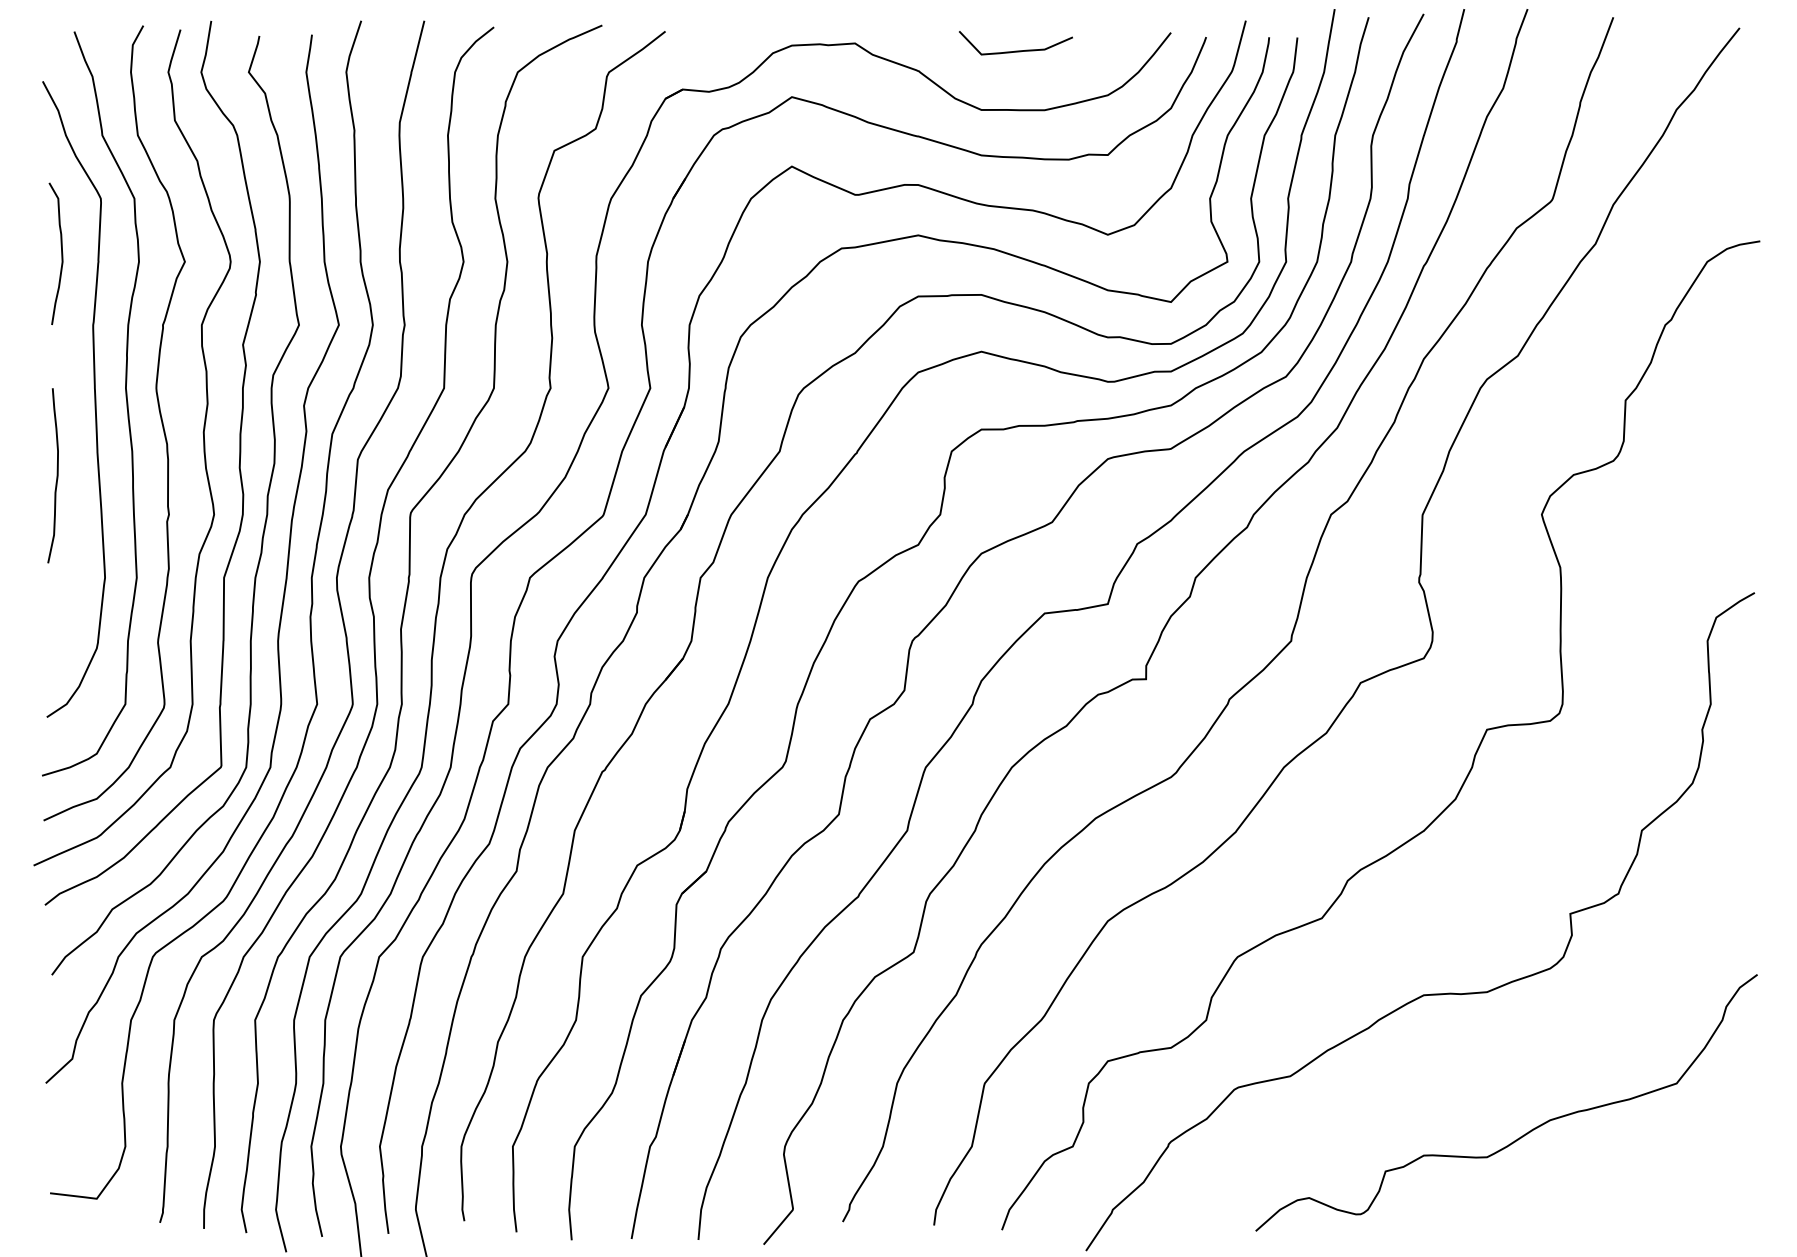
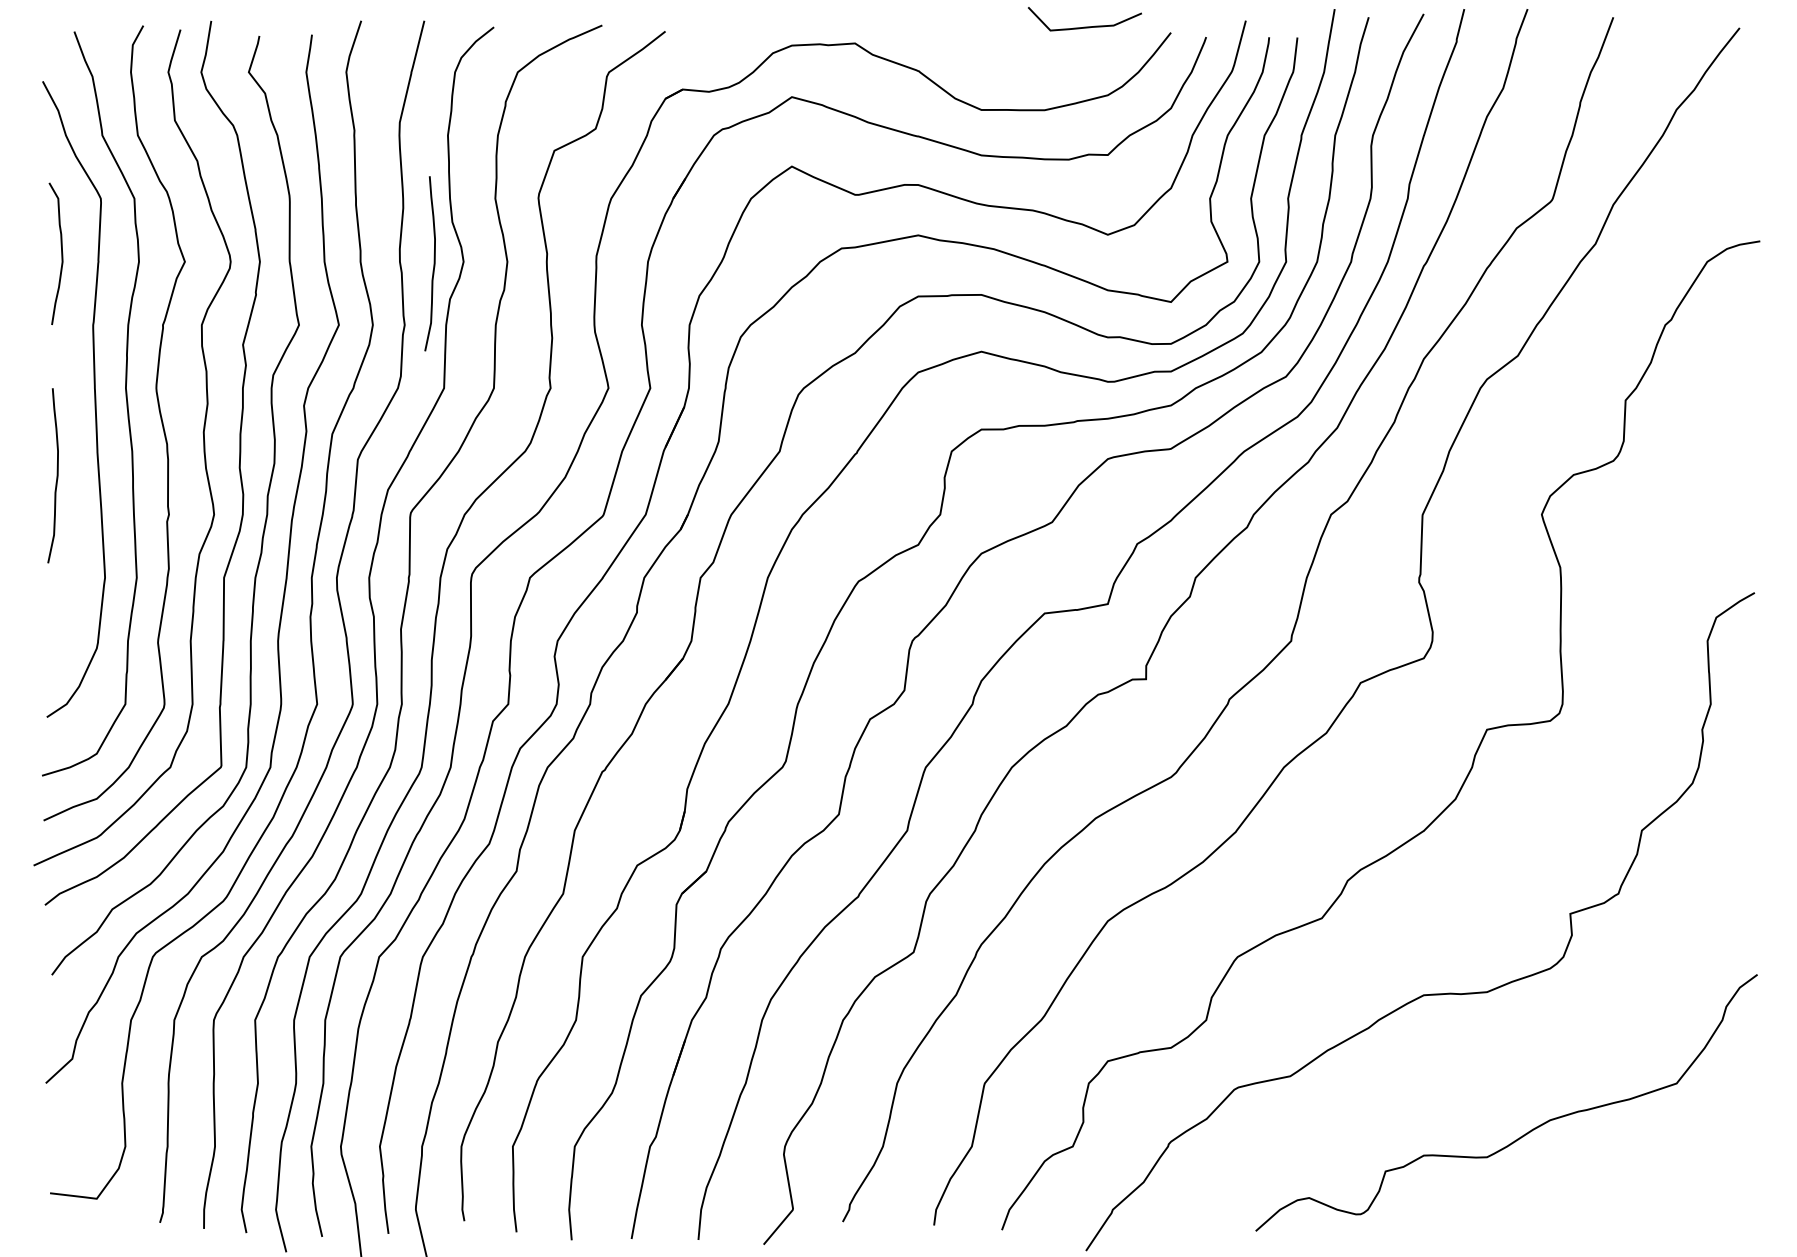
curve at (1015, 50) position: (1015, 50) -> (1084, 26)
curve at (433, 263): none -> present
